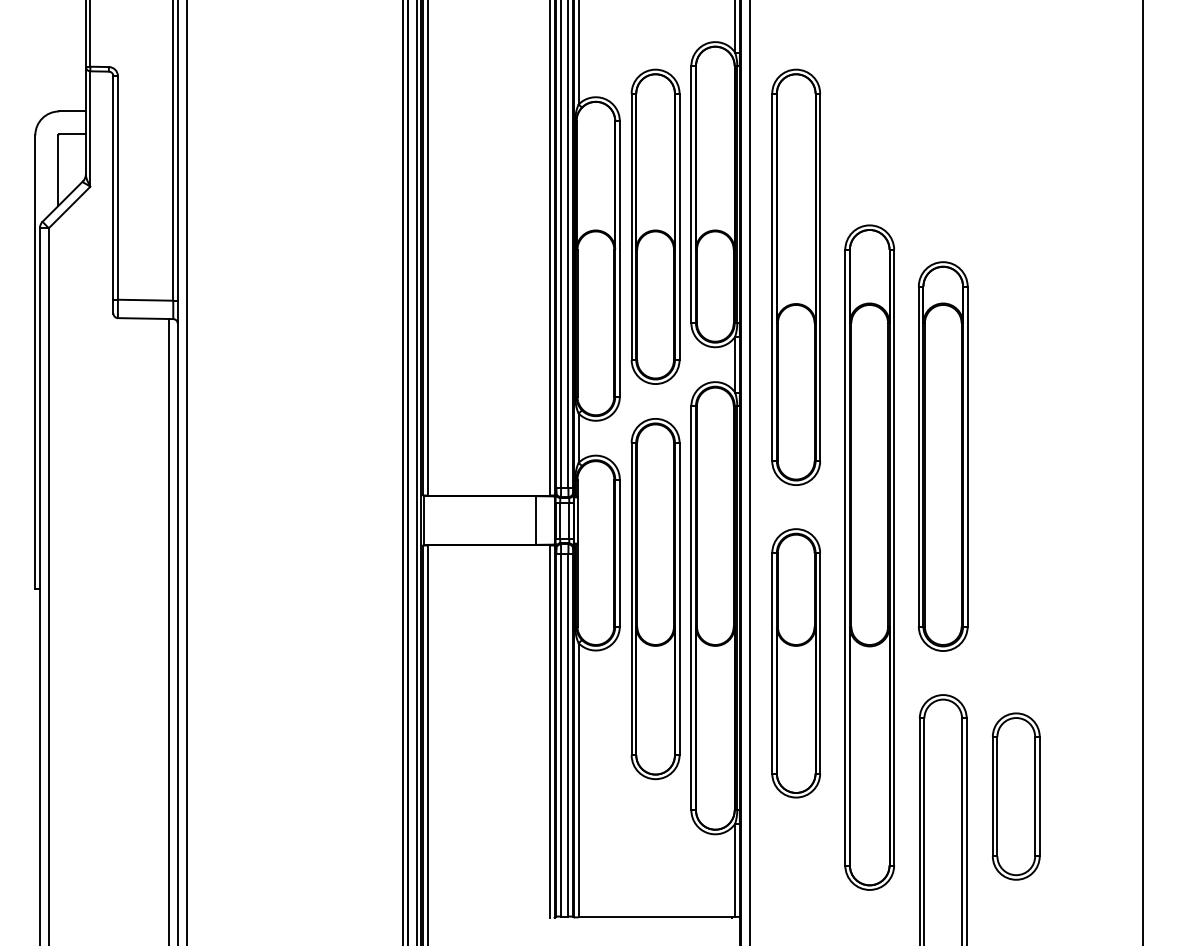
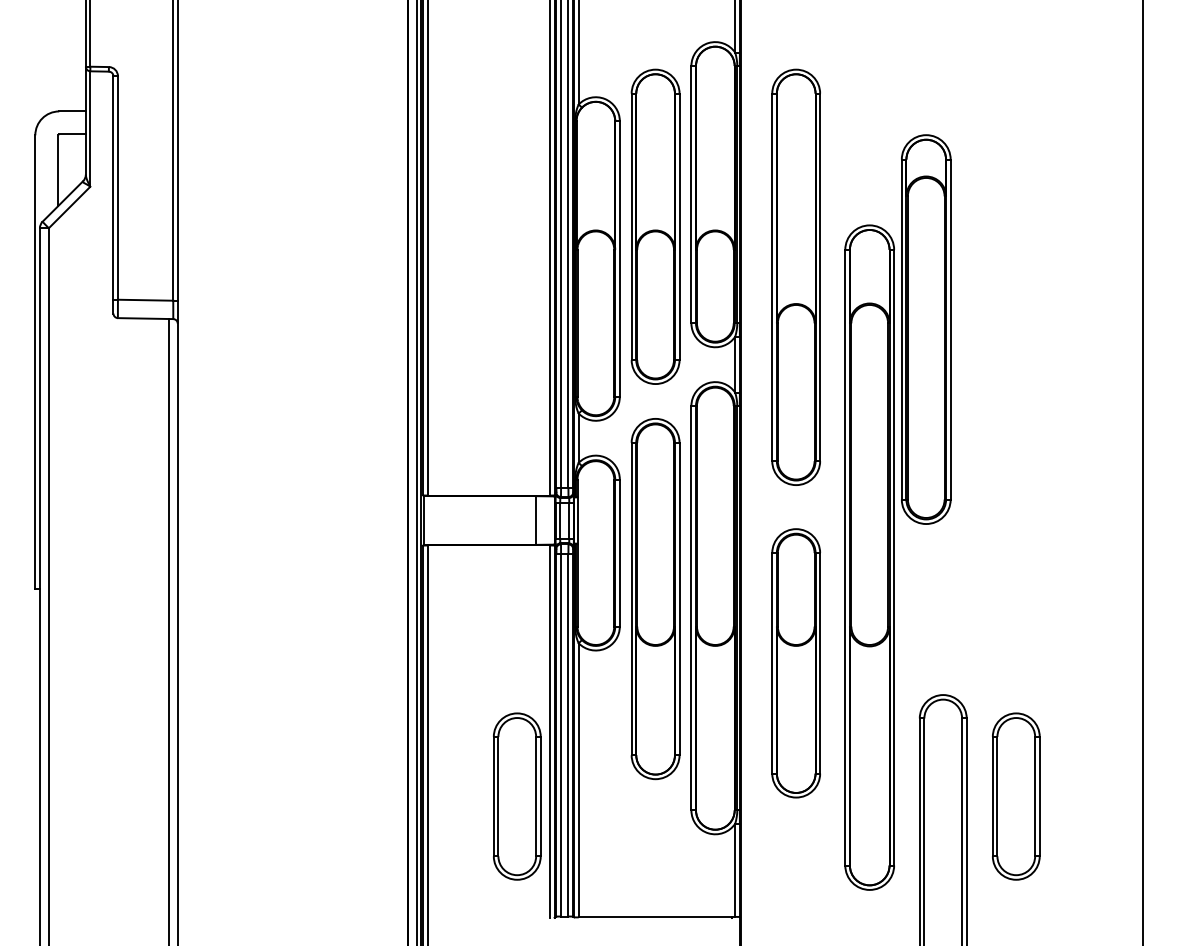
part at (943, 456) position: (943, 456) -> (926, 329)
line at (186, 472): present -> none
line at (402, 472): present -> none
line at (750, 472): present -> none
part at (517, 796): none -> present
